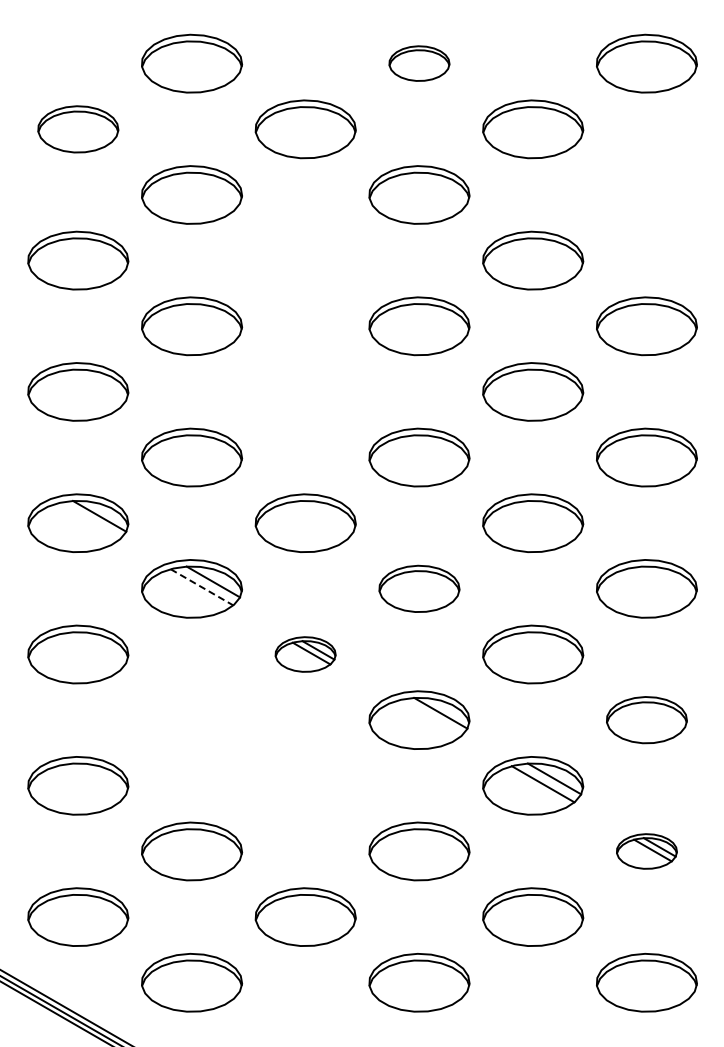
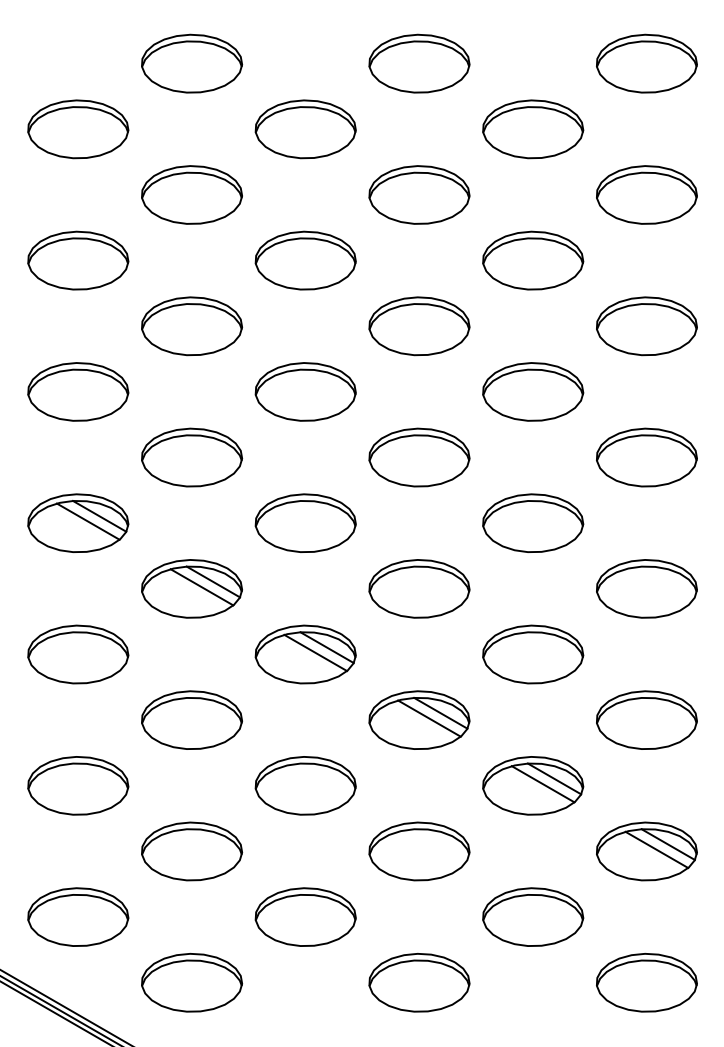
part at (419, 63) size: 63x37 px -> 103x61 px
part at (78, 129) size: 83x49 px -> 103x61 px
part at (646, 194): none -> present
part at (305, 260): none -> present
part at (305, 391): none -> present
line at (87, 521): none -> present
line at (202, 587): dashed -> solid
part at (419, 588) size: 83x49 px -> 103x60 px
part at (305, 654) size: 63x37 px -> 103x61 px
line at (429, 718): none -> present
part at (191, 719): none -> present
part at (646, 720) size: 82x49 px -> 102x60 px
part at (305, 785): none -> present
part at (646, 851) size: 62x37 px -> 102x61 px
